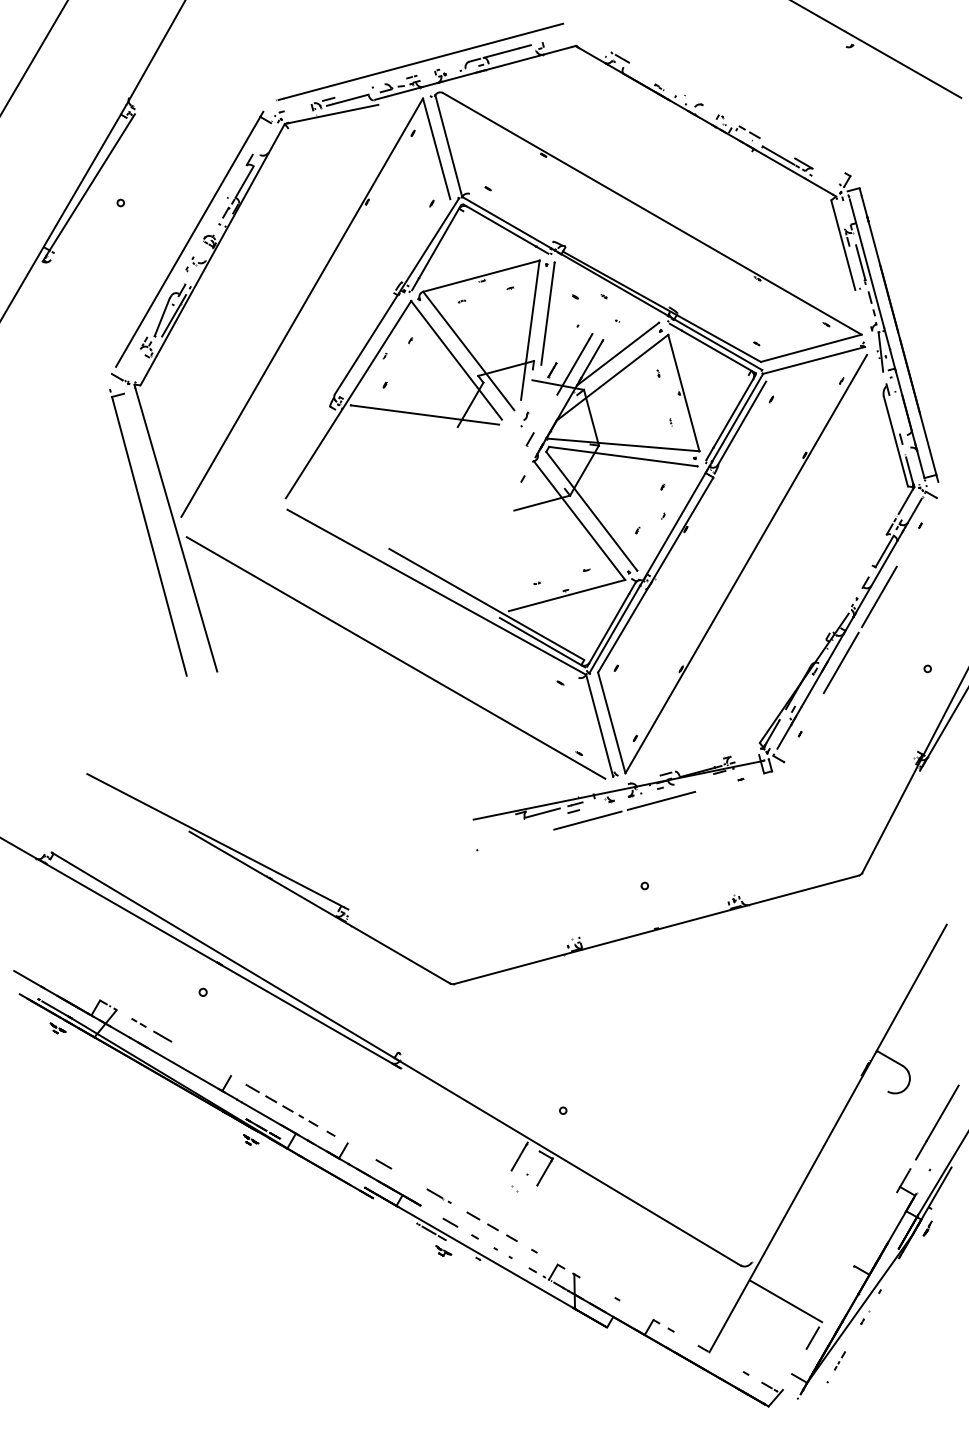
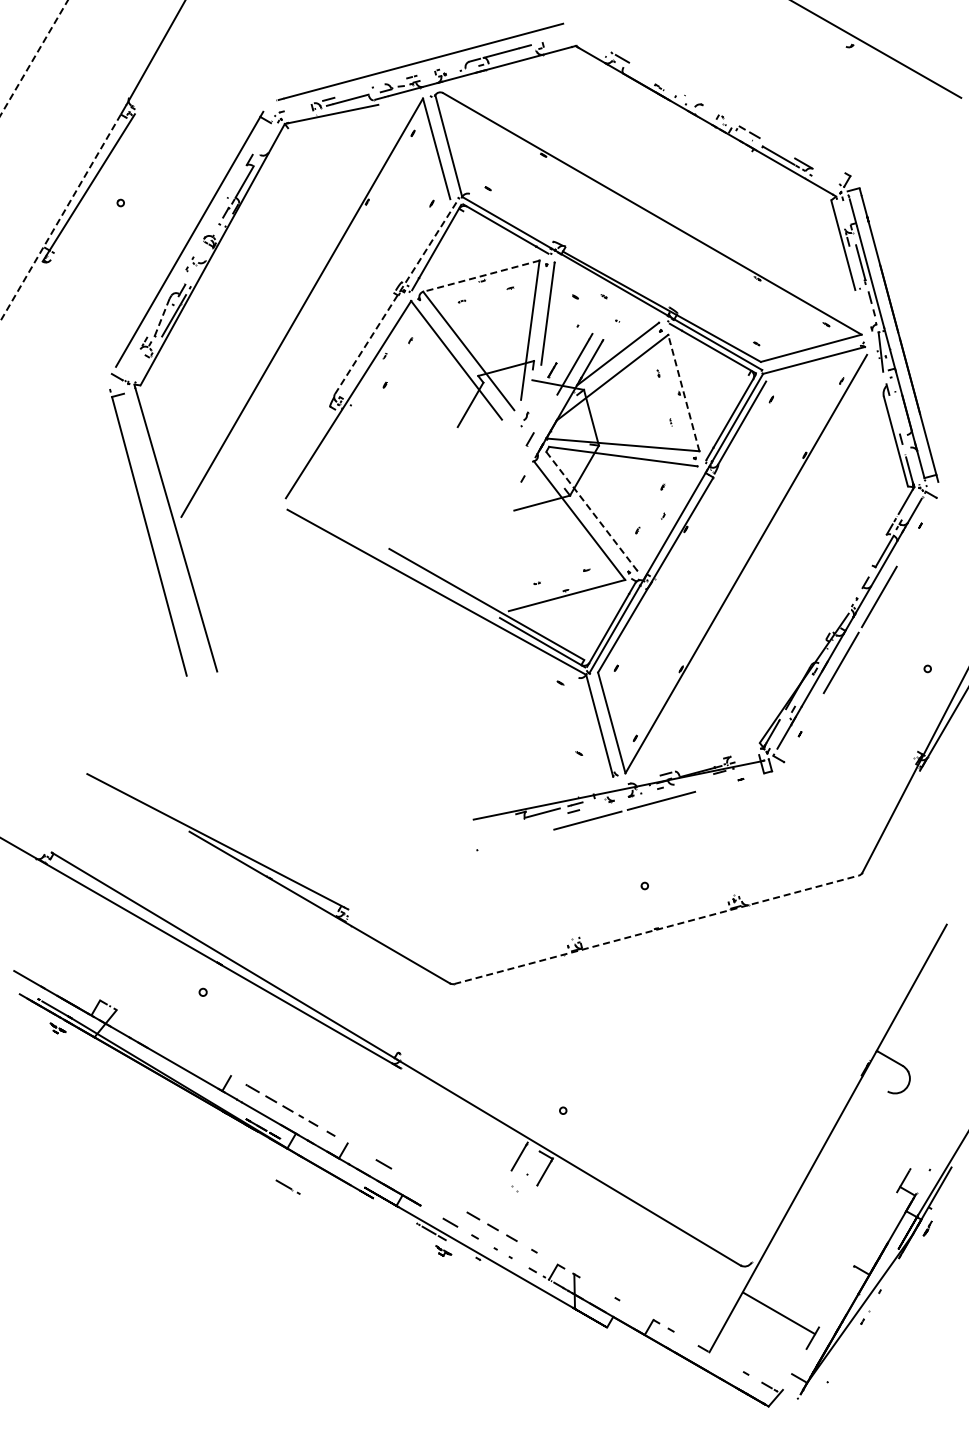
line at (34, 58): solid -> dashed
line at (60, 217): solid -> dashed
line at (480, 276): solid -> dashed
line at (397, 296): solid -> dashed
line at (161, 317): solid -> dashed
line at (683, 392): solid -> dashed
line at (424, 414): present -> none
line at (591, 511): solid -> dashed
line at (395, 657): present -> none
line at (657, 929): solid -> dashed
part at (151, 1030): present -> none
line at (937, 1122): present -> none
part at (251, 1139): present -> none
line at (438, 1195) position: (438, 1195) -> (287, 1186)
line at (786, 1301) position: (786, 1301) -> (779, 1313)
part at (839, 1360): present -> none
